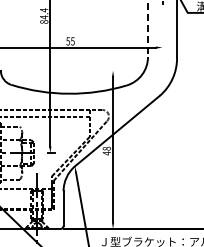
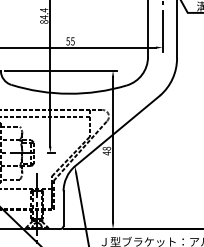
line at (148, 29): dashed -> solid
line at (162, 30): none -> present
line at (61, 70): none -> present
